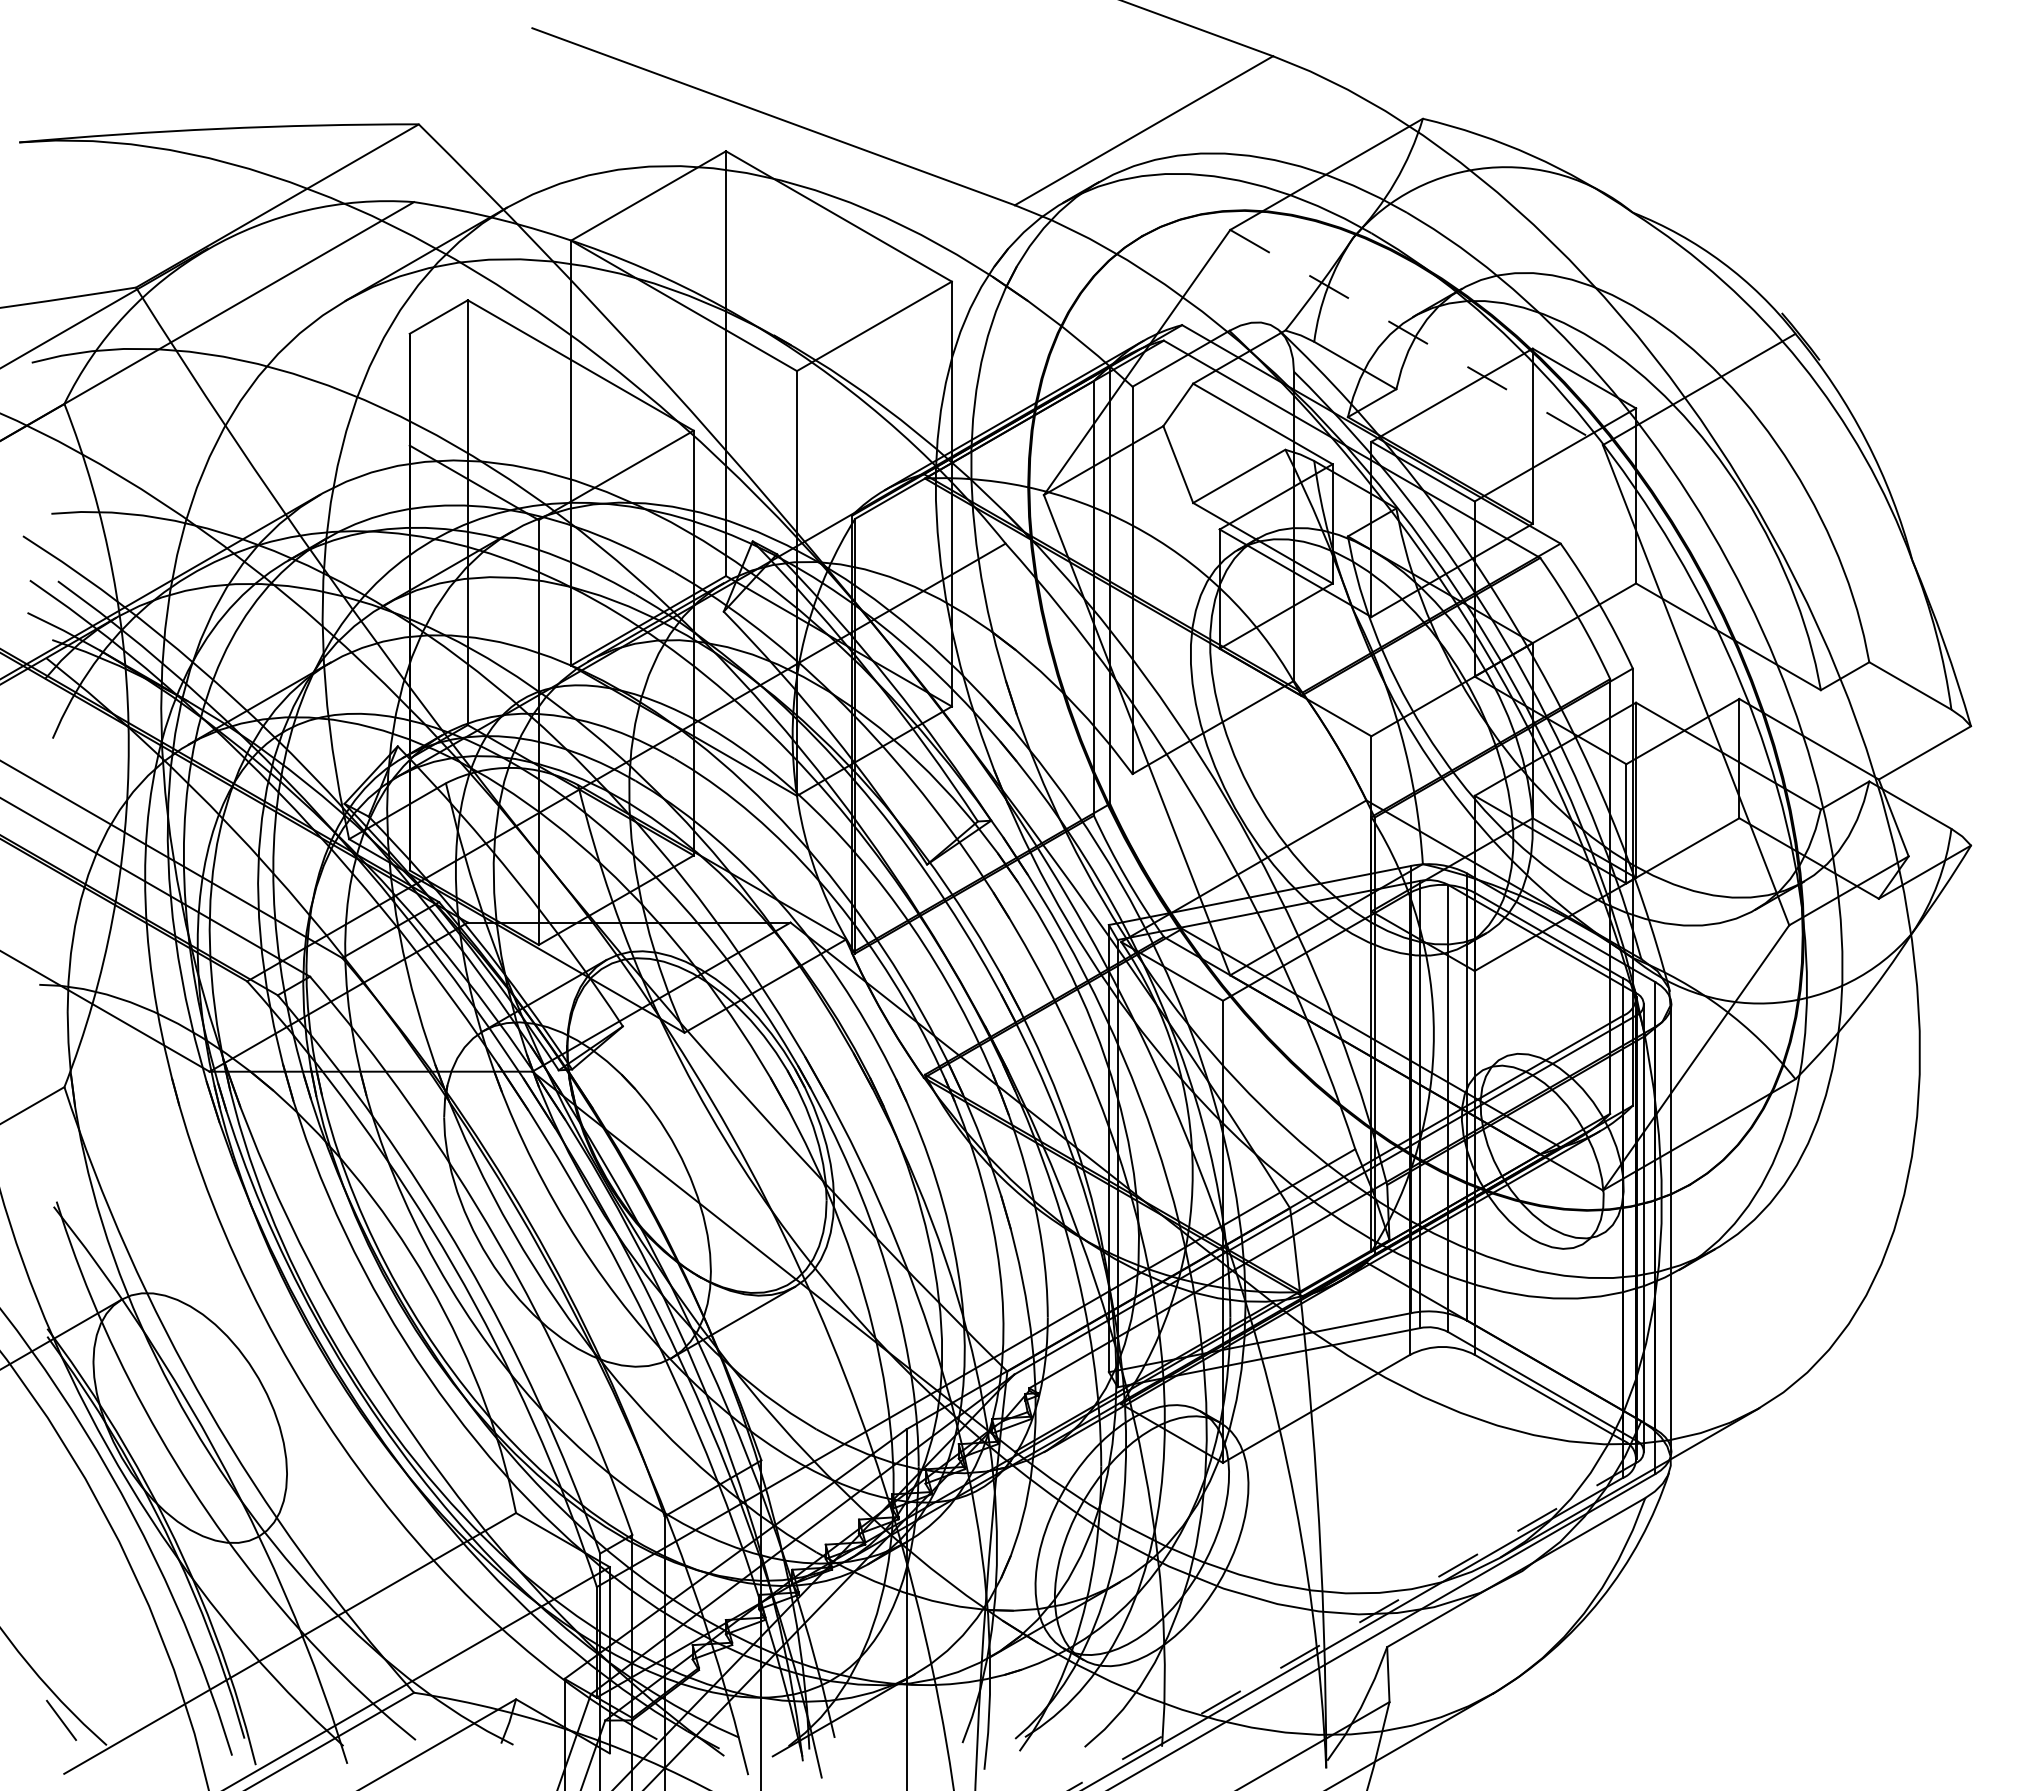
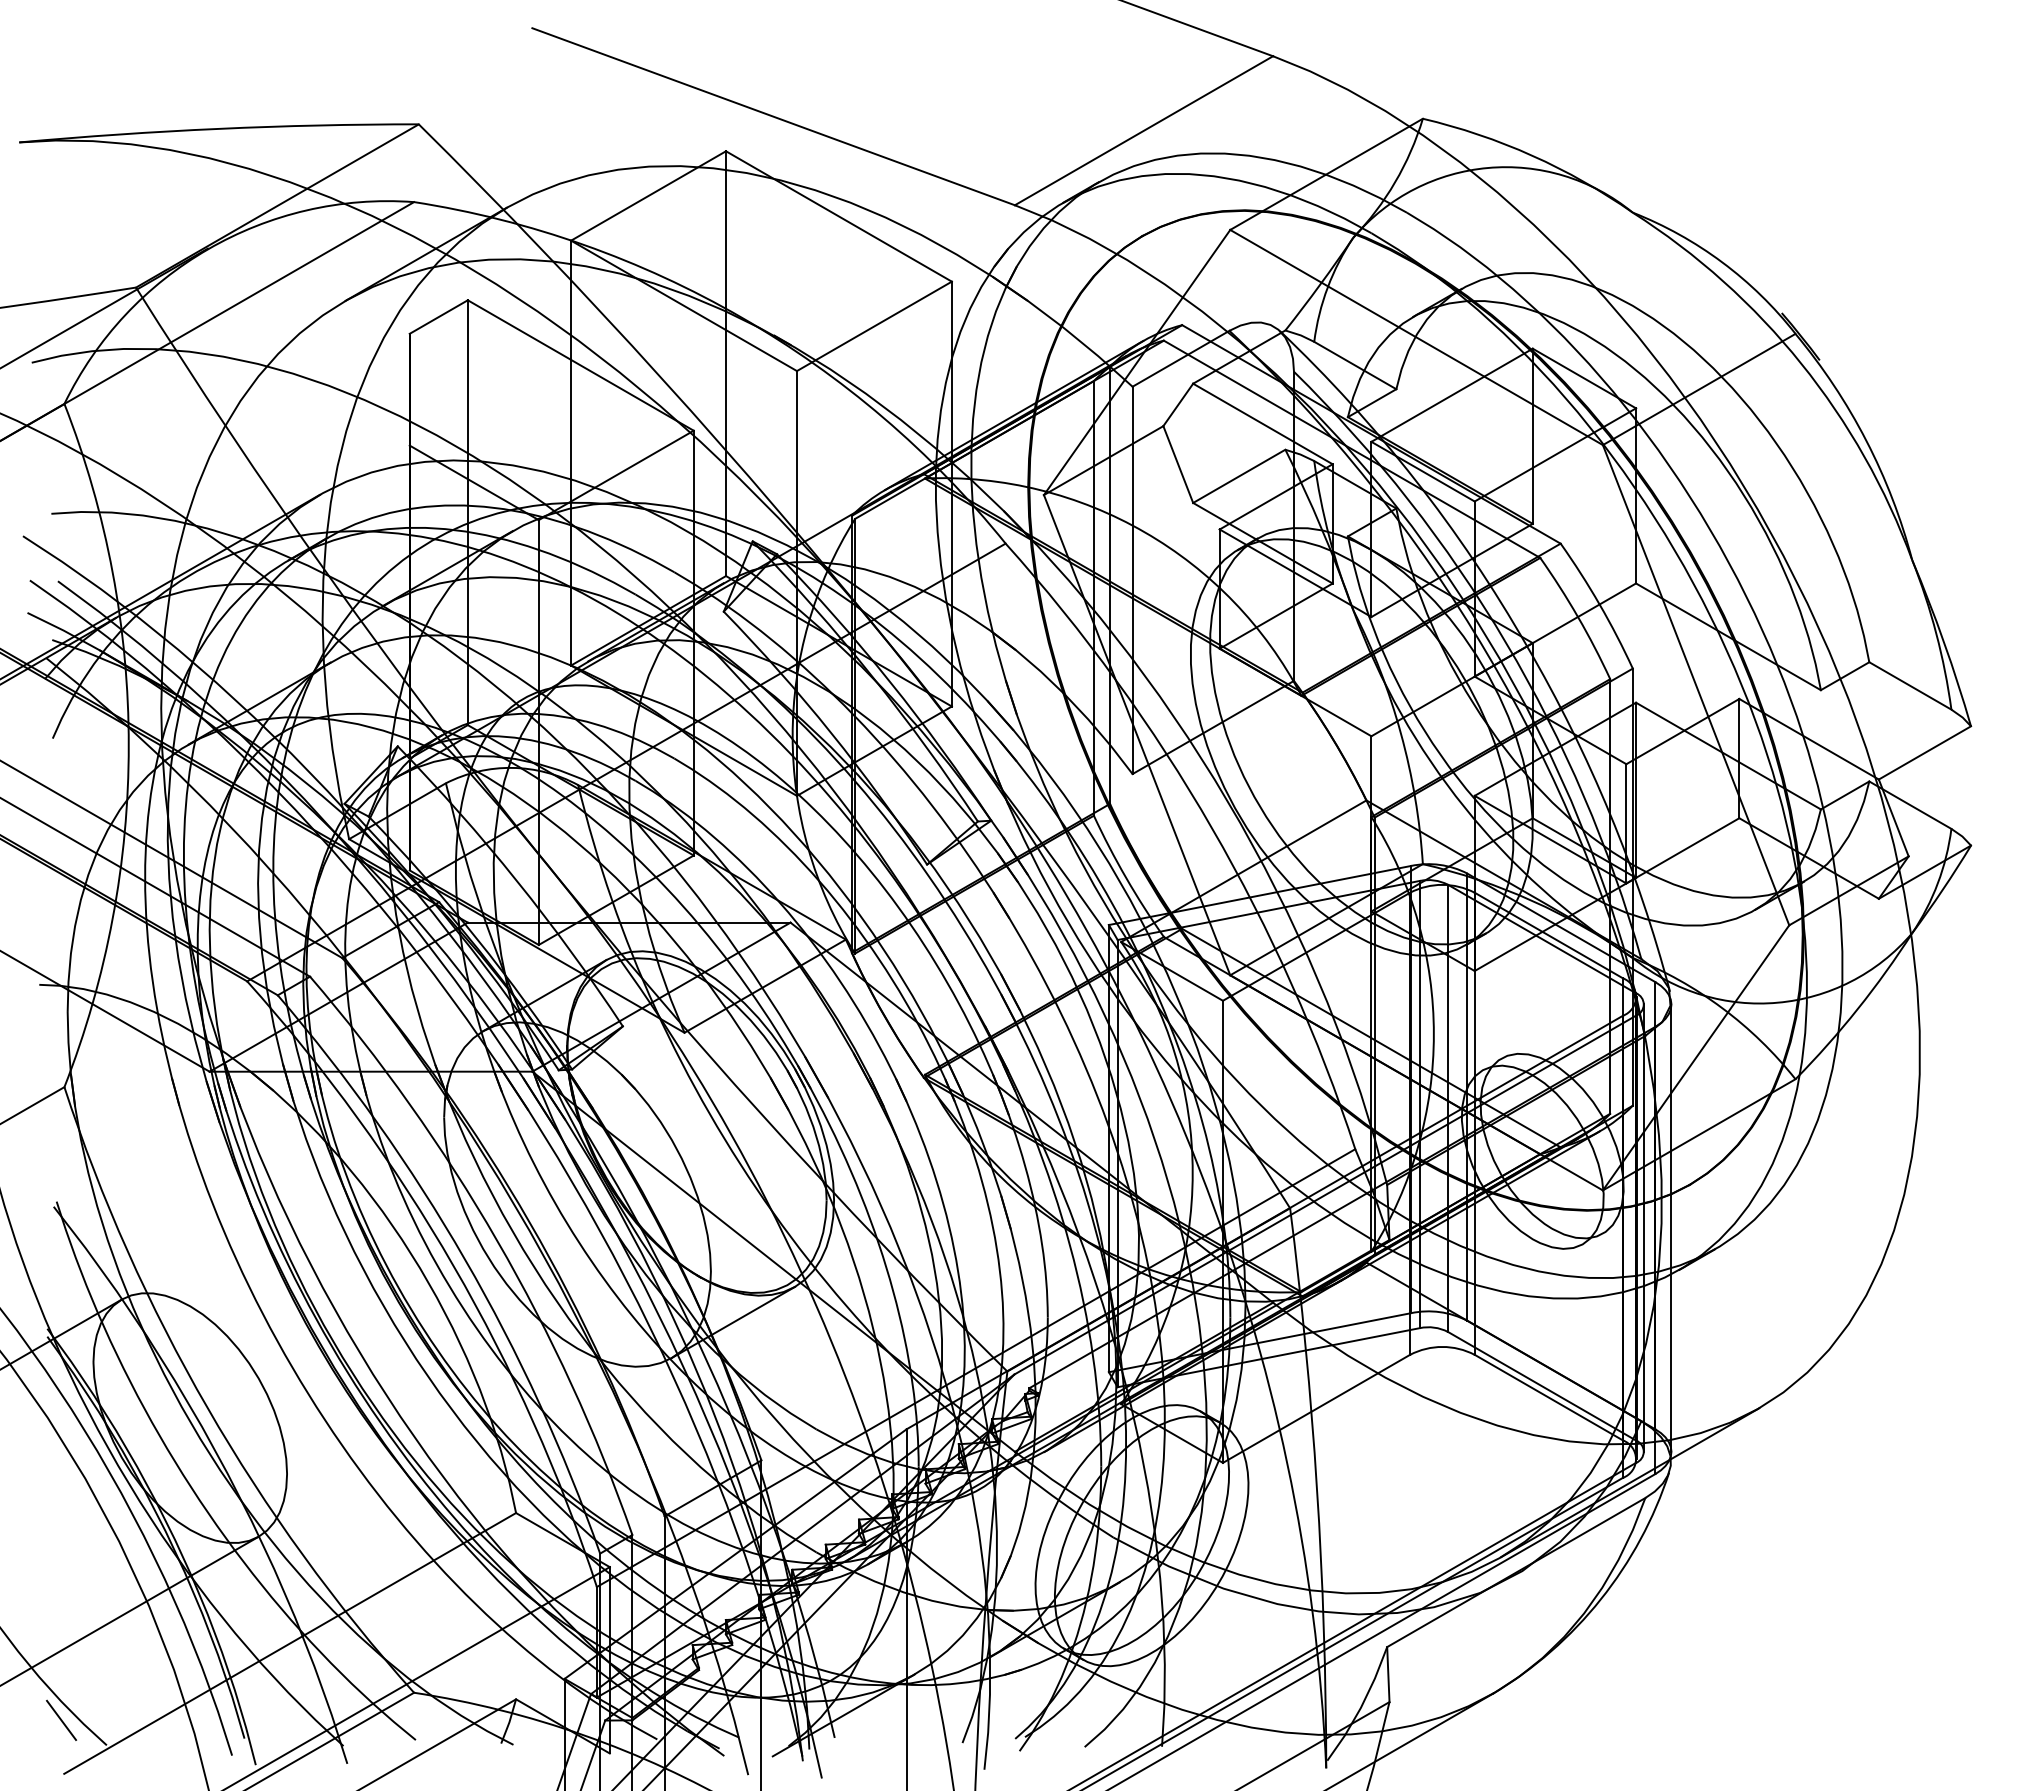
line at (1417, 337): dashed -> solid
line at (130, 1610): none -> present
line at (1352, 1626): dashed -> solid
